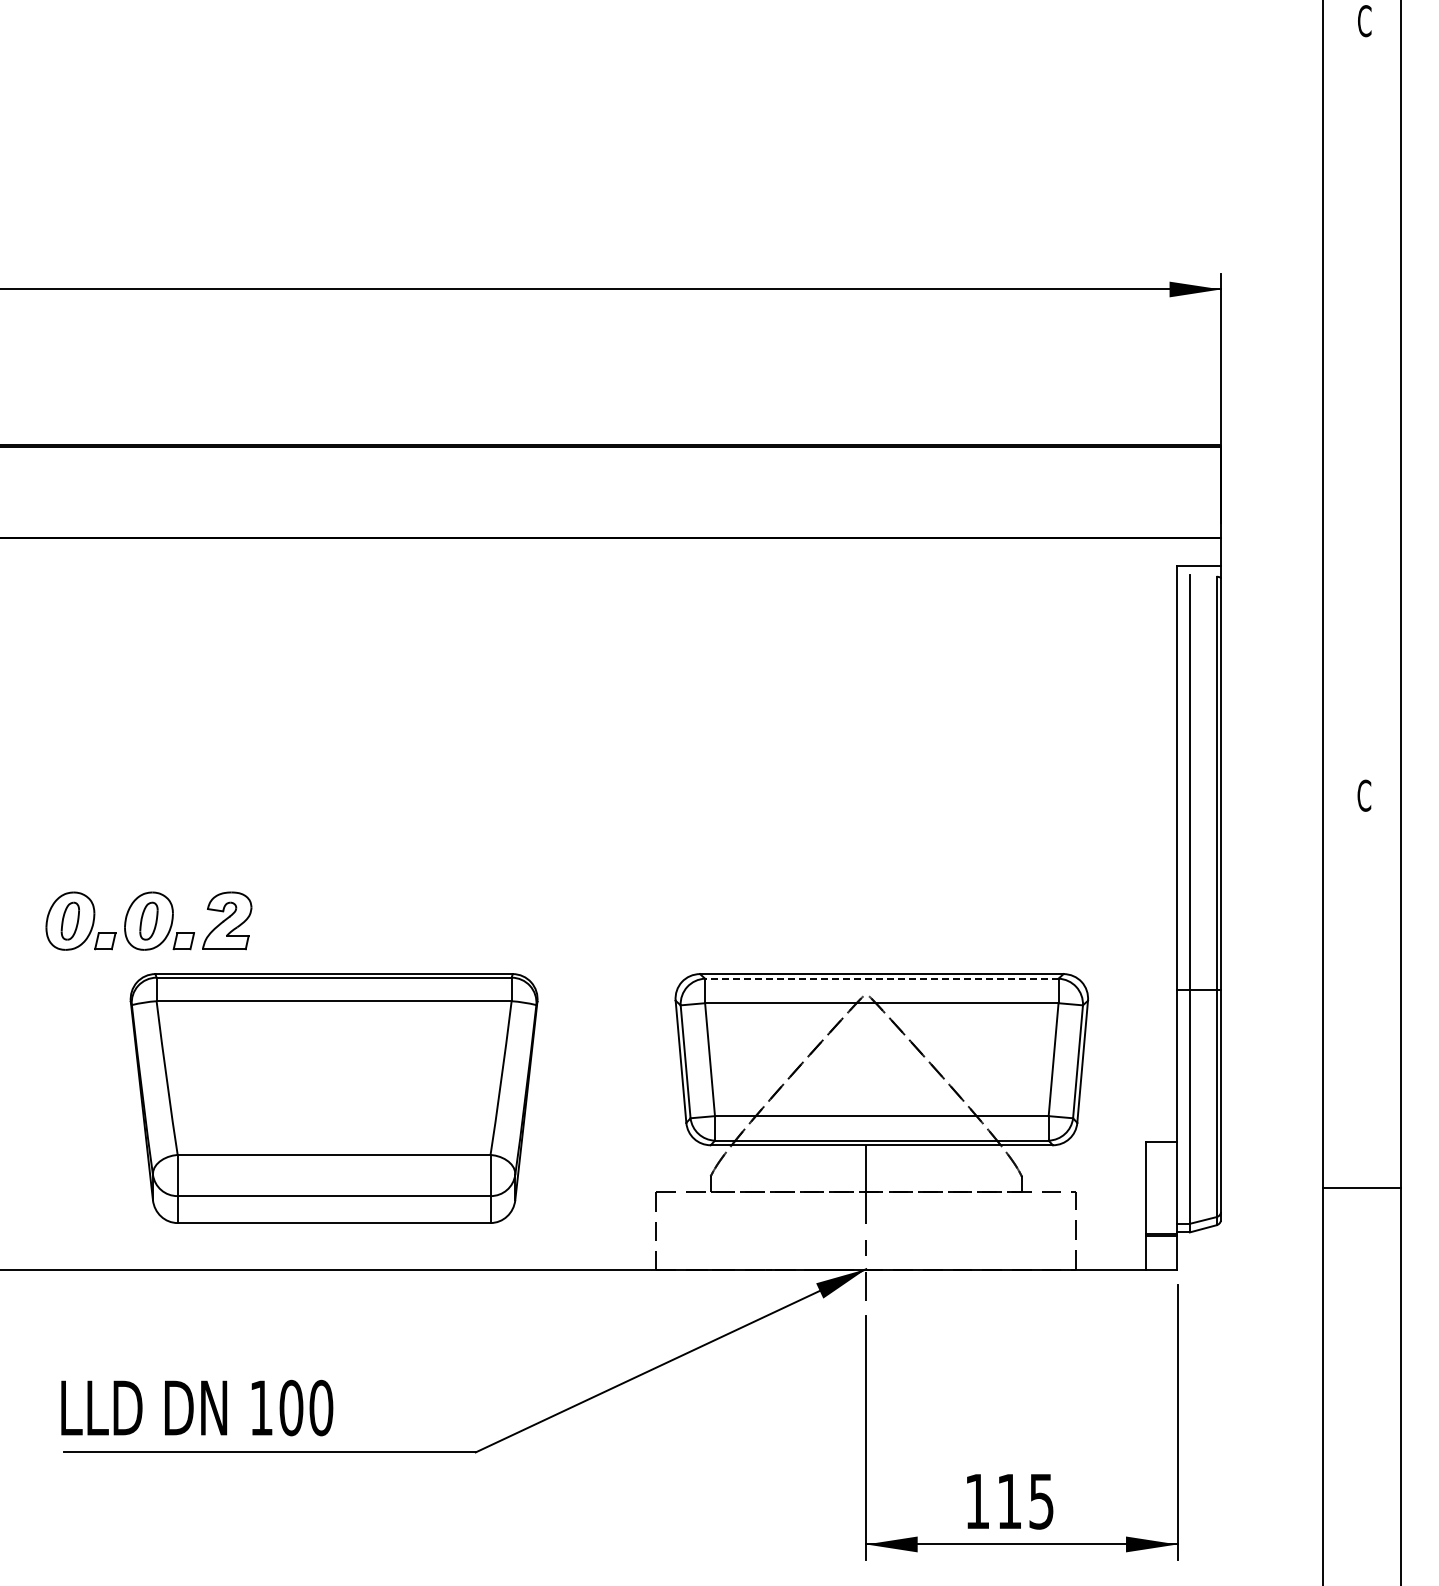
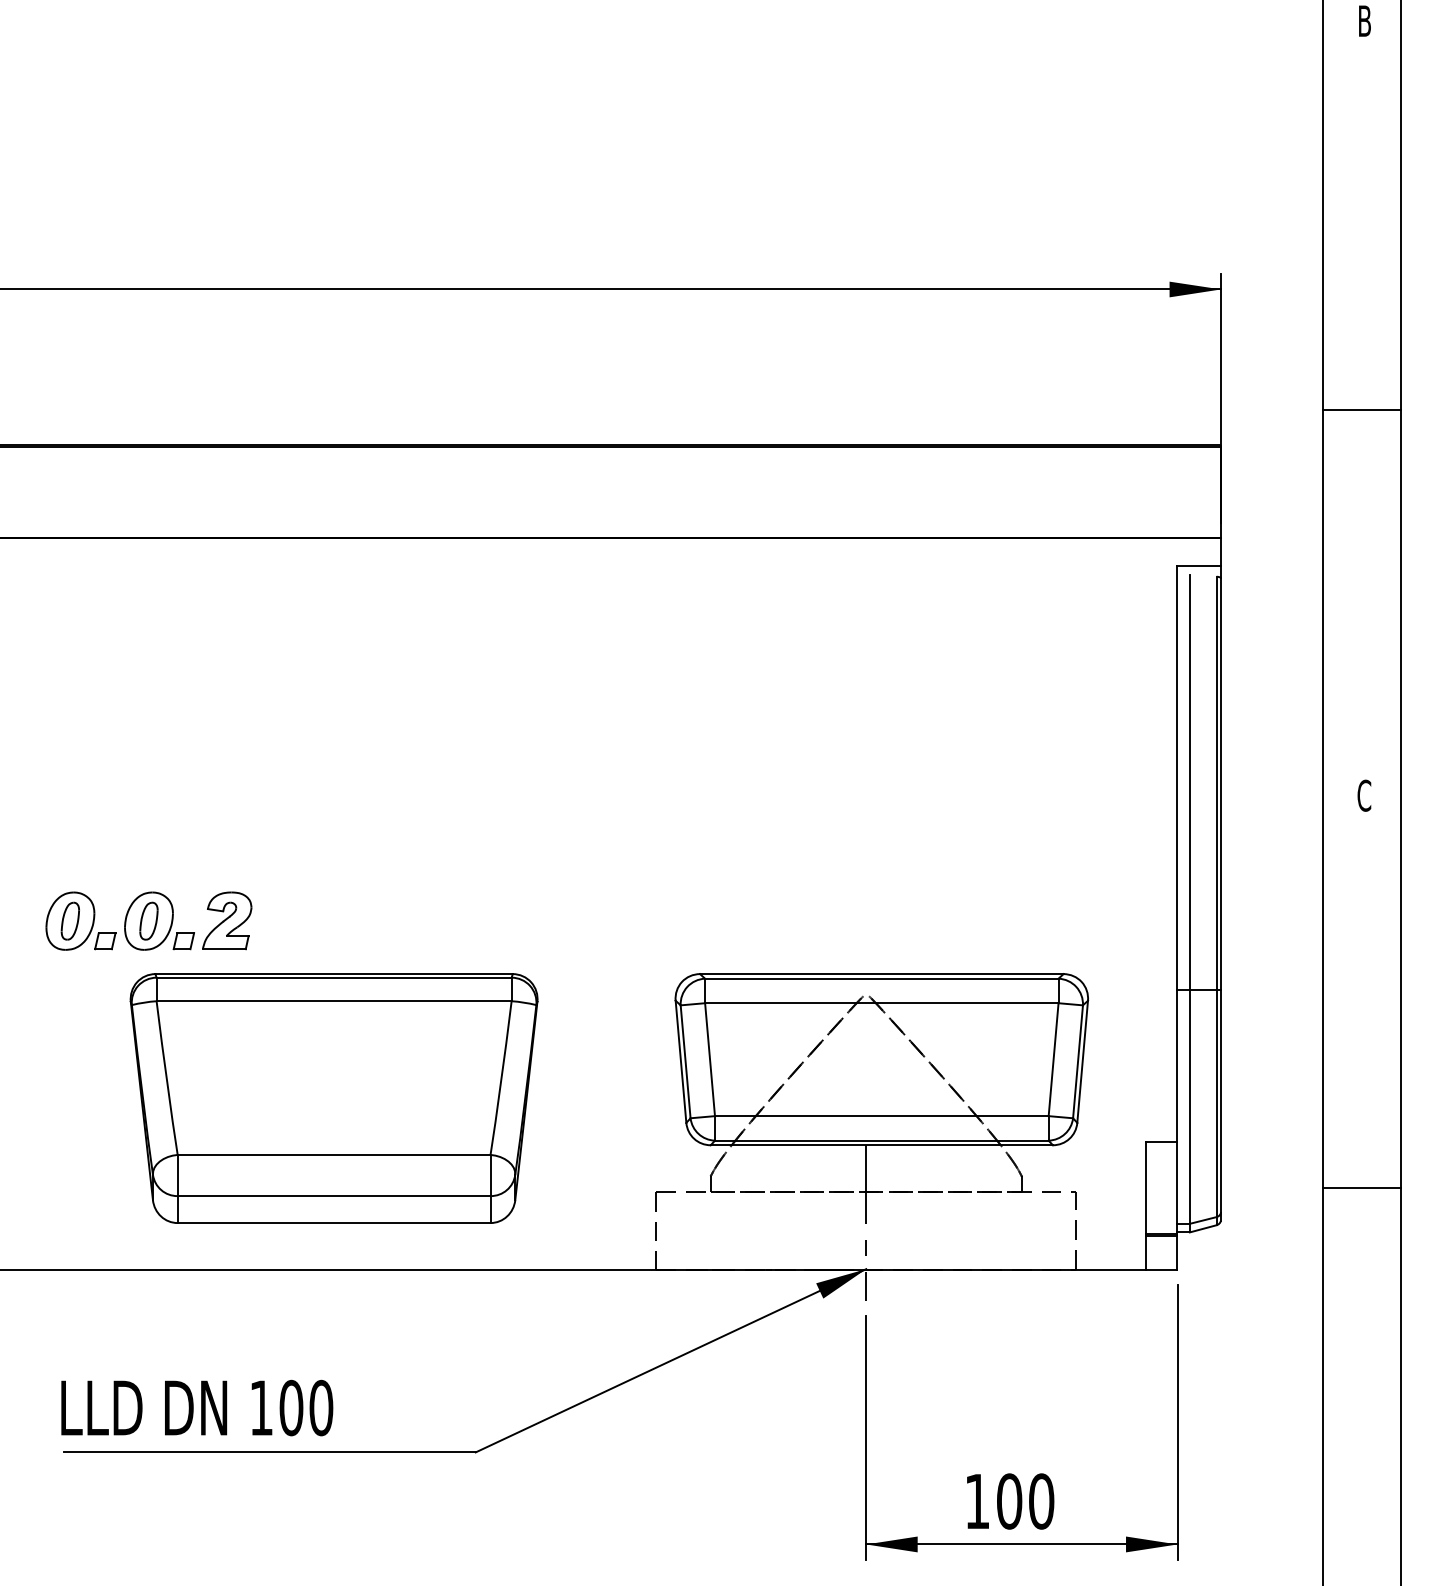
text at (1364, 21): C -> B
line at (1361, 410): none -> present
line at (881, 978): dashed -> solid
text at (1025, 1501): 115 -> 100
